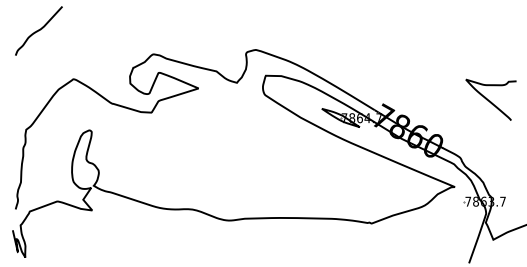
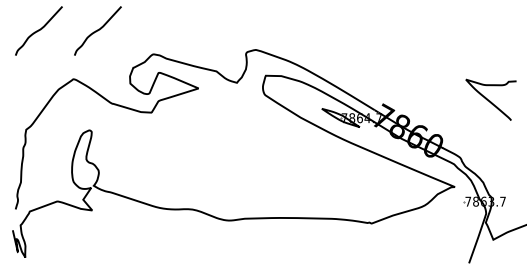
curve at (97, 30): none -> present
